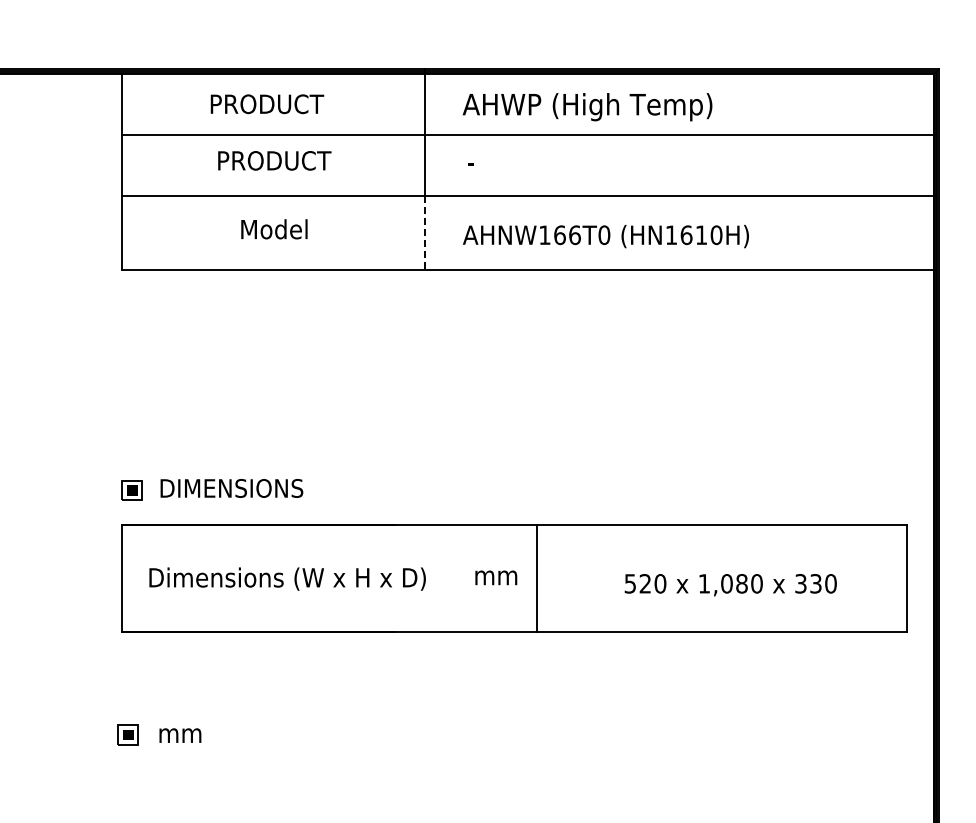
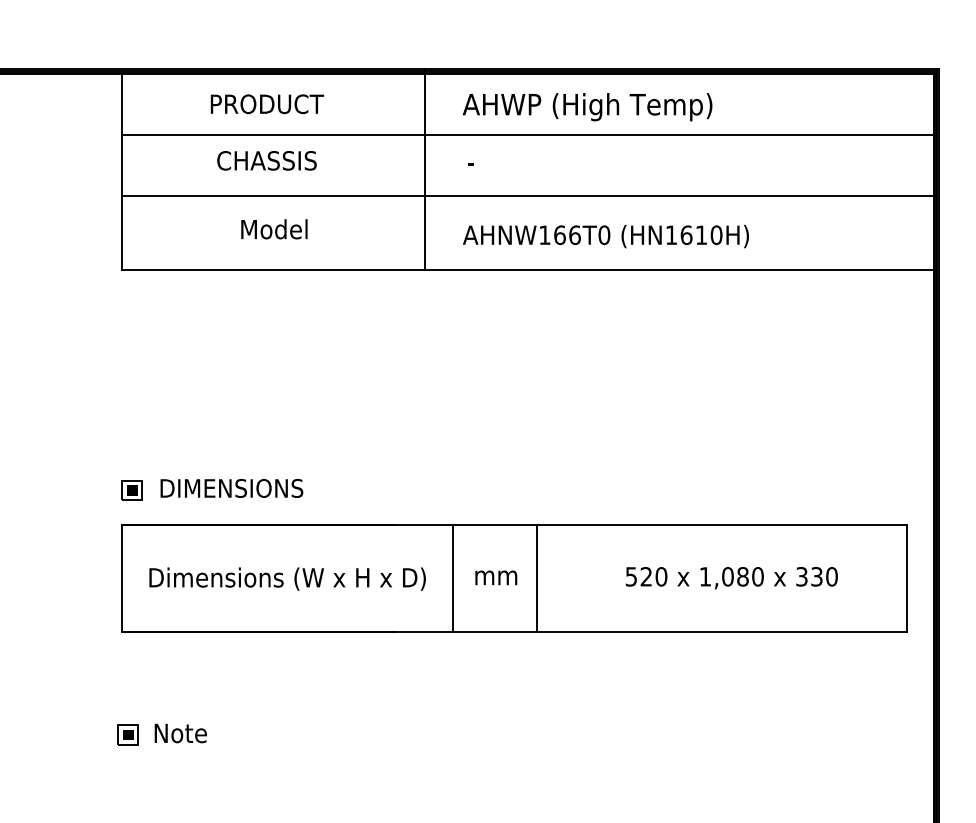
text at (274, 160): PRODUCT -> CHASSIS
line at (424, 233): dashed -> solid
line at (452, 578): none -> present
text at (730, 585) position: (730, 585) -> (731, 578)
text at (180, 733): mm -> Note
